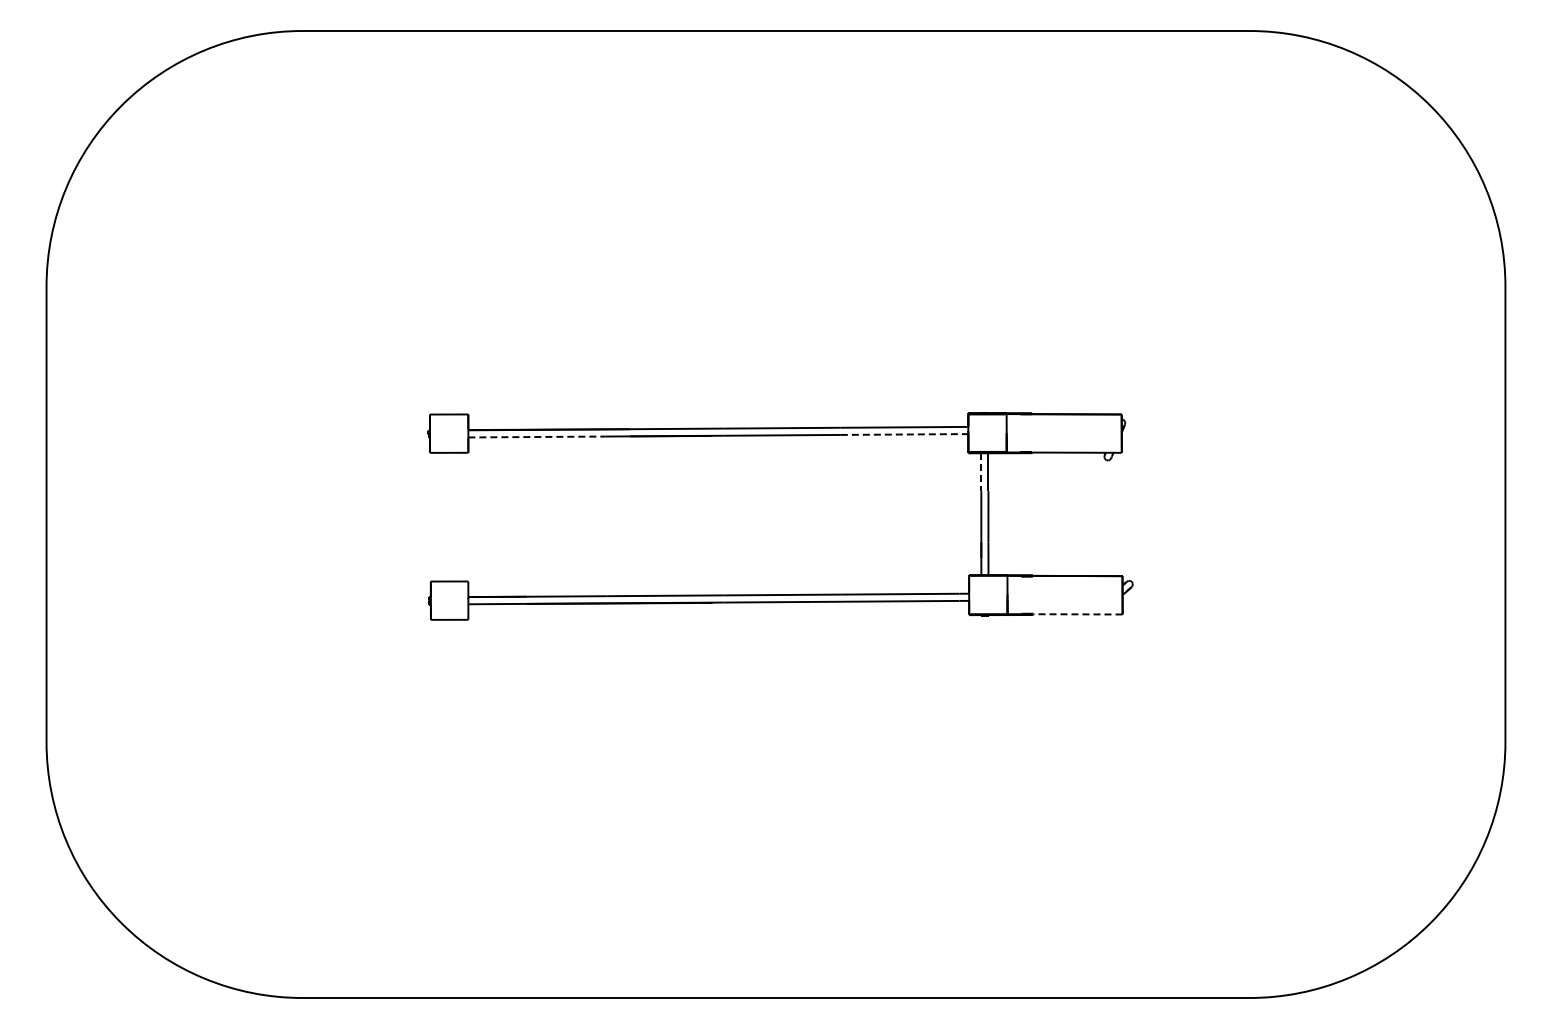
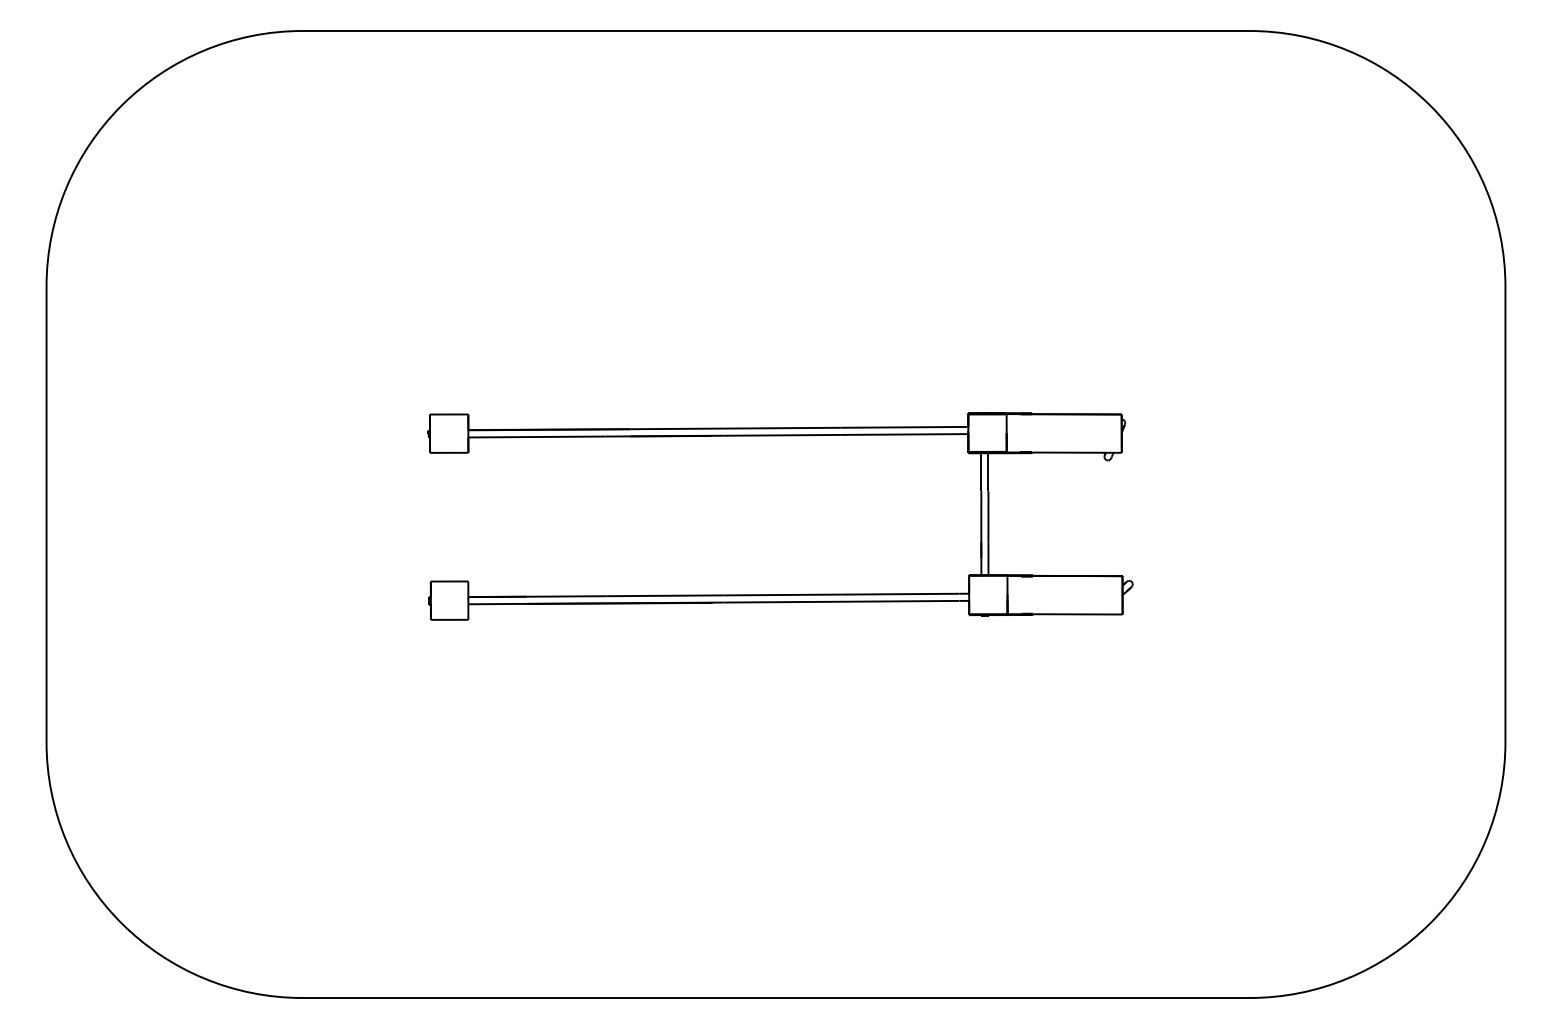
line at (904, 434): dashed -> solid
line at (537, 437): dashed -> solid
line at (981, 472): dashed -> solid
line at (1077, 614): dashed -> solid
